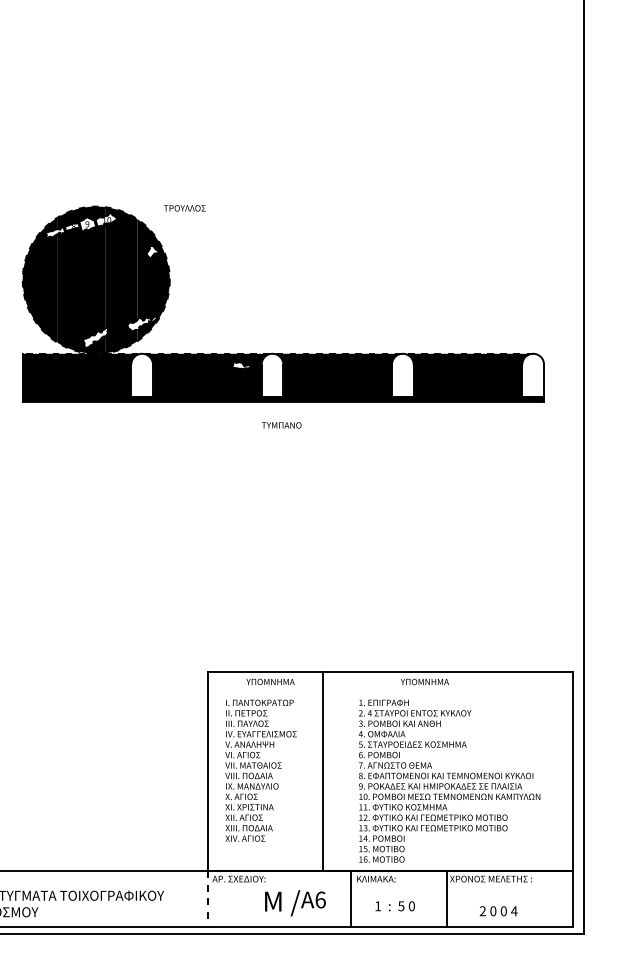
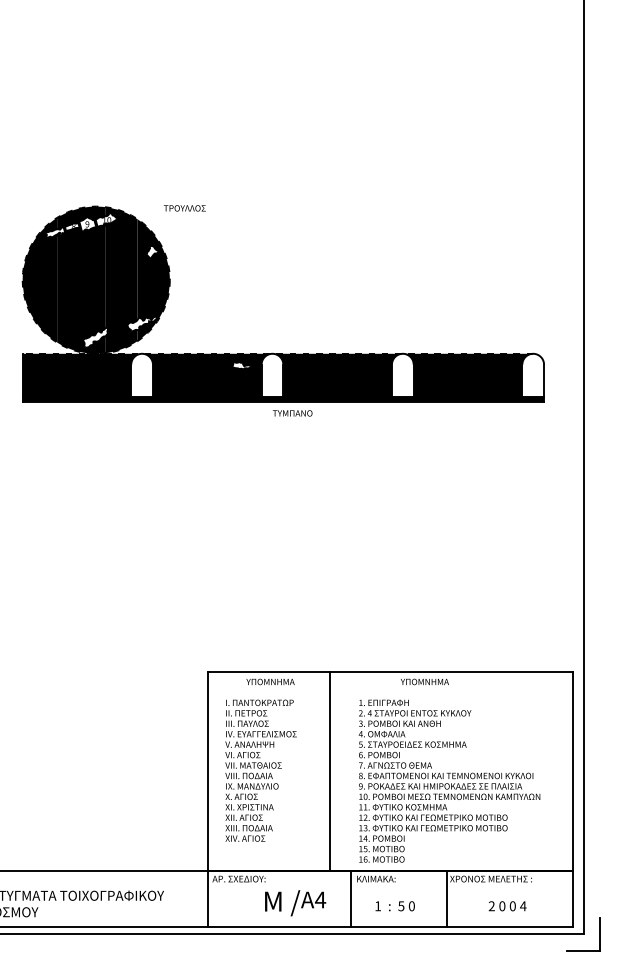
text at (281, 425) position: (281, 425) -> (292, 413)
line at (322, 771) position: (322, 771) -> (329, 771)
line at (208, 899): dashed -> solid
text at (320, 899): 6 -> 4
text at (498, 911) position: (498, 911) -> (507, 906)
part at (599, 934): none -> present
